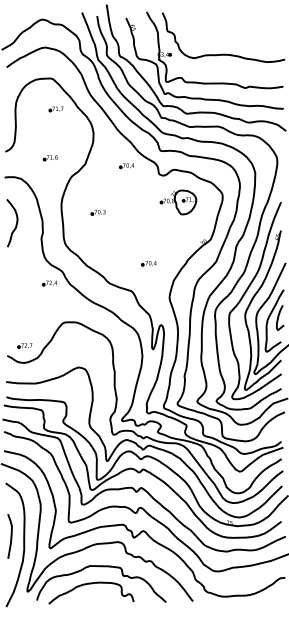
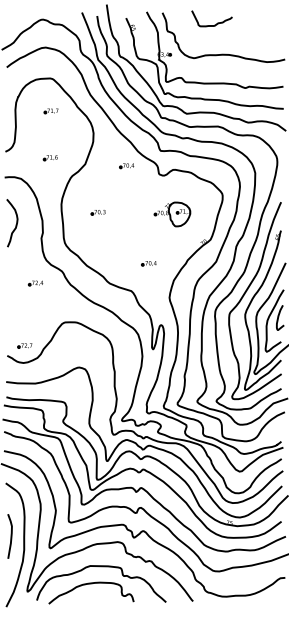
curve at (214, 24): none -> present
part at (55, 109) position: (55, 109) -> (50, 111)
part at (178, 202) position: (178, 202) -> (172, 214)
part at (49, 283) position: (49, 283) -> (35, 283)
